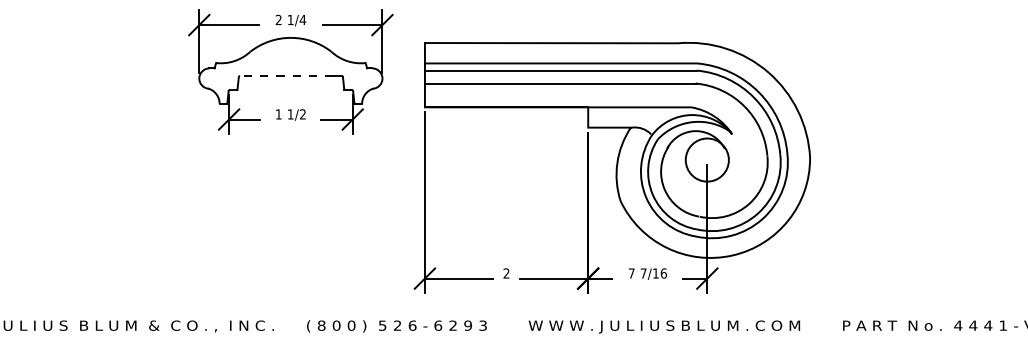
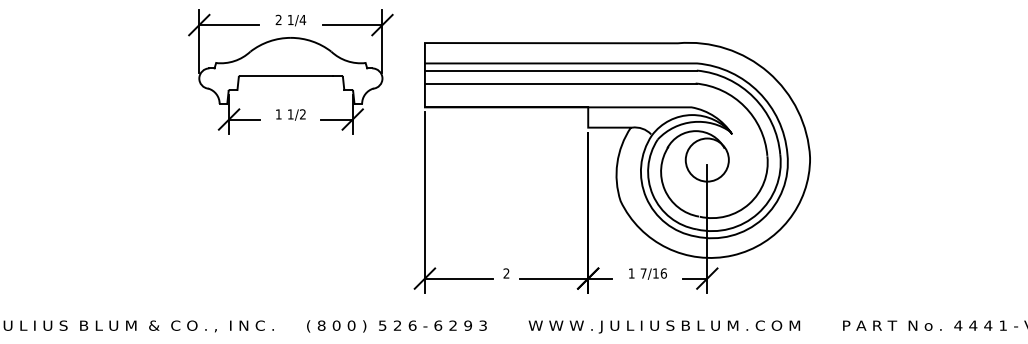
line at (286, 76): dashed -> solid
text at (631, 273): 7 -> 1
